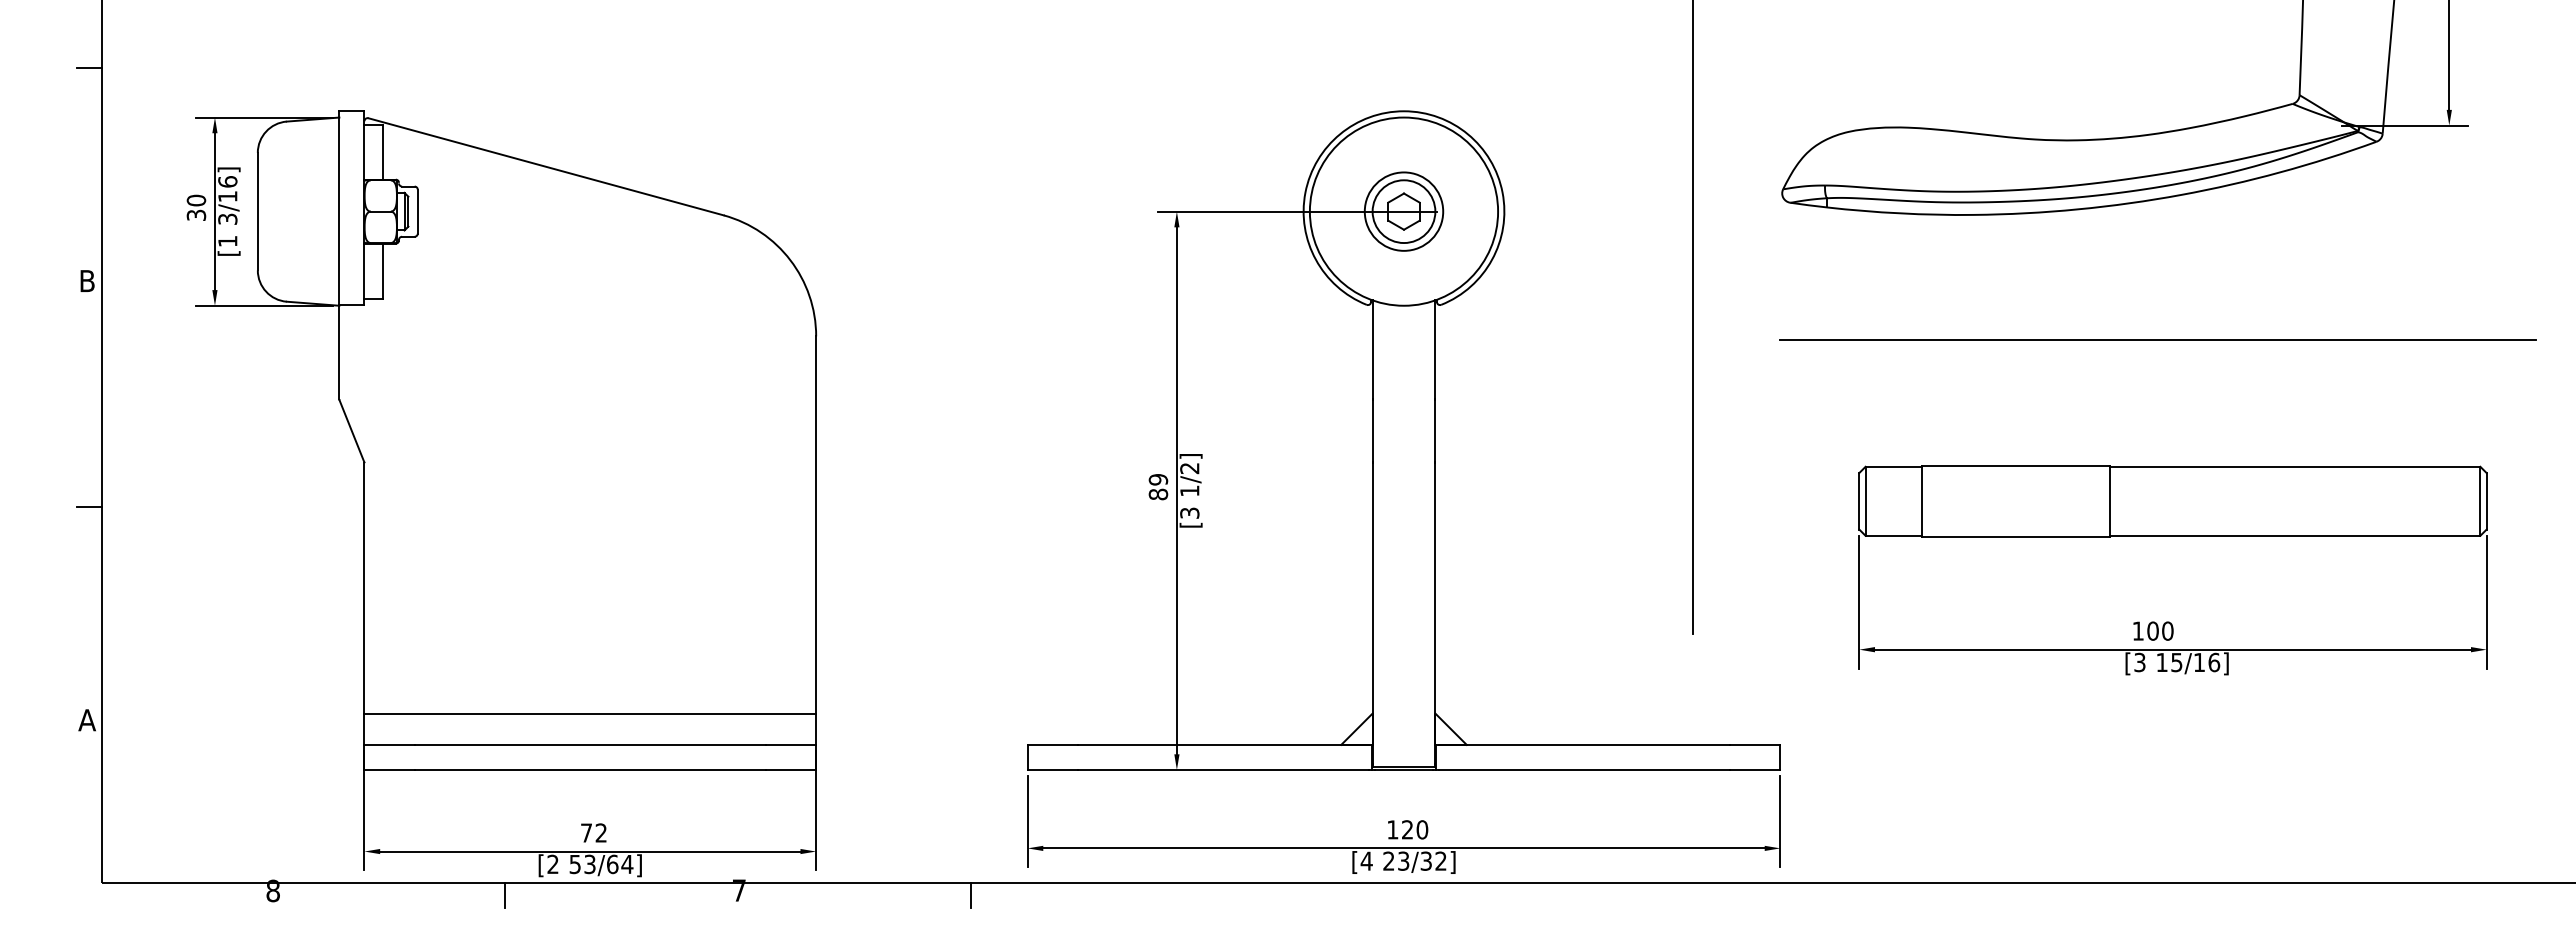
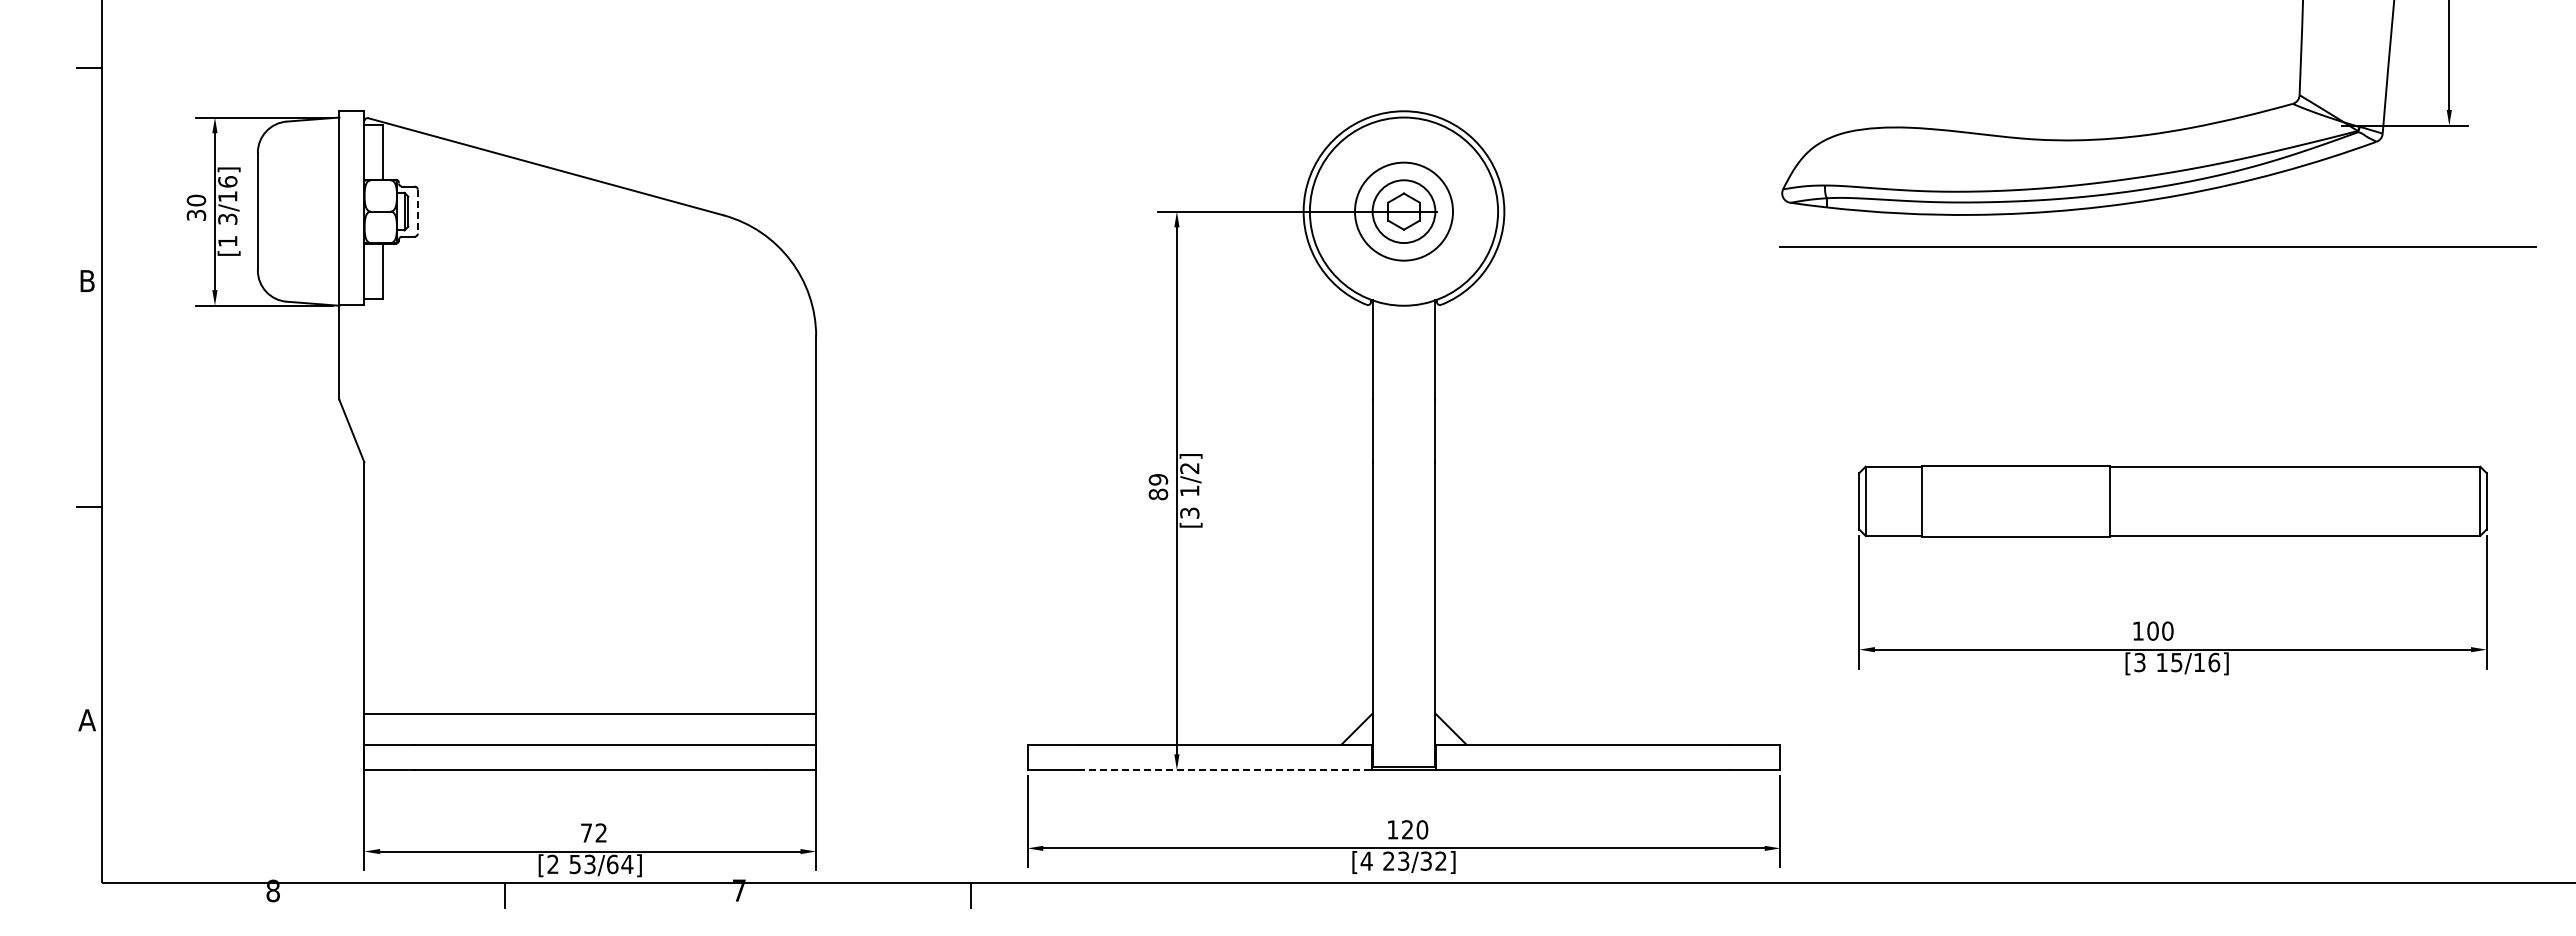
line at (417, 211): solid -> dashed
circle at (1403, 211) diameter: 78 px -> 98 px
line at (1693, 318): present -> none
line at (2157, 339) position: (2157, 339) -> (2157, 246)
line at (1223, 770): solid -> dashed
